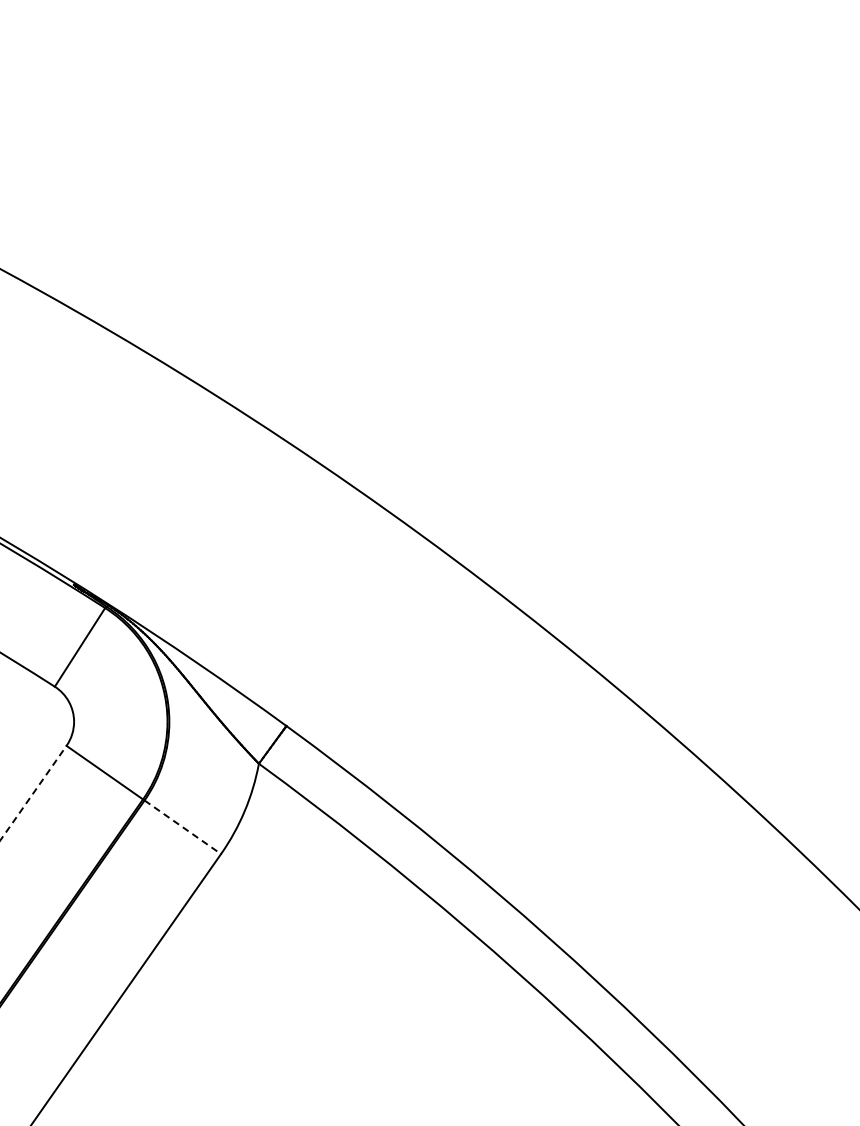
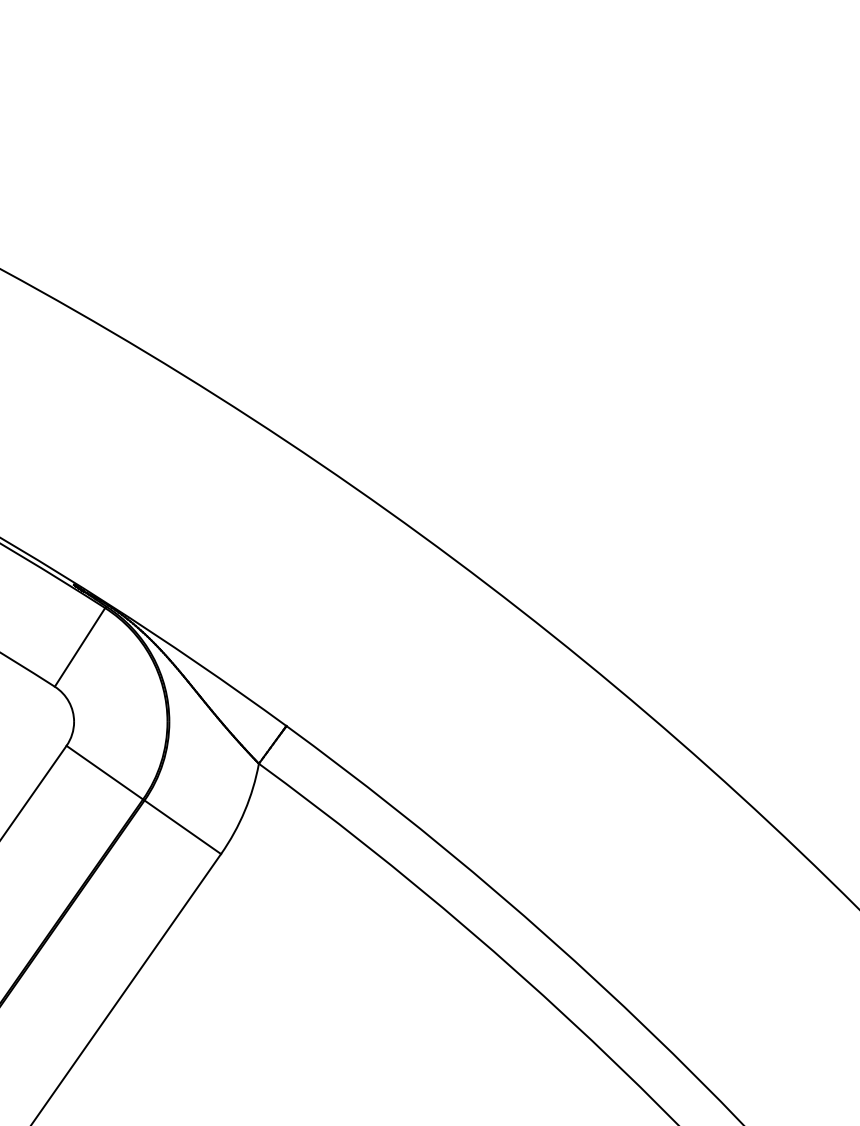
line at (33, 793): dashed -> solid
line at (182, 827): dashed -> solid
